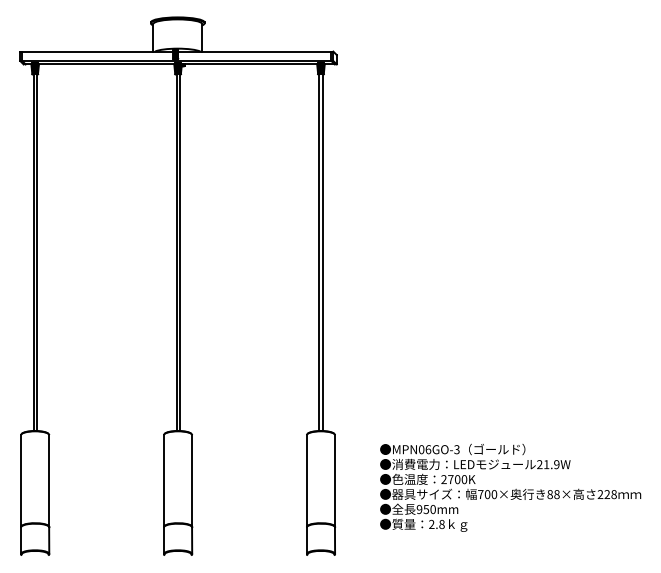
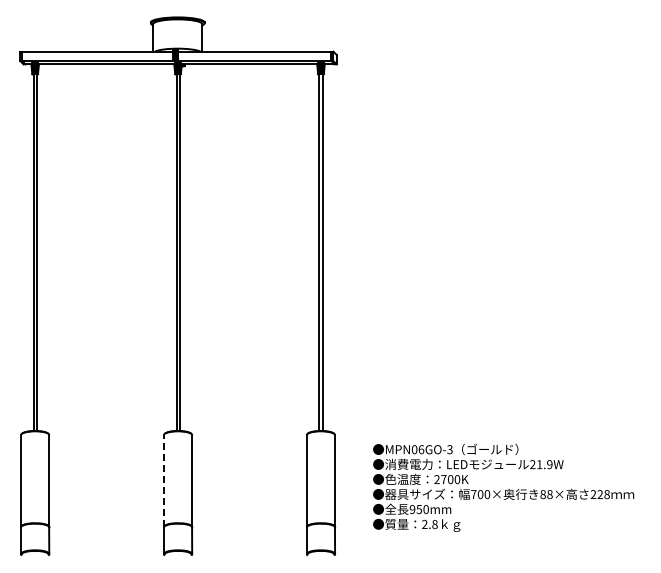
line at (163, 481): solid -> dashed
text at (510, 487) position: (510, 487) -> (503, 487)
